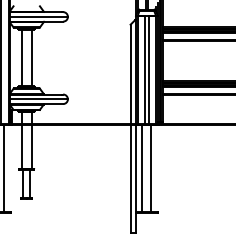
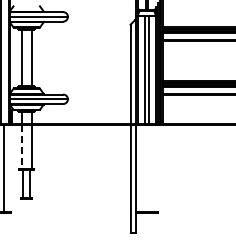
line at (21, 147): solid -> dashed
line at (142, 168): present -> none
line at (151, 168): present -> none
